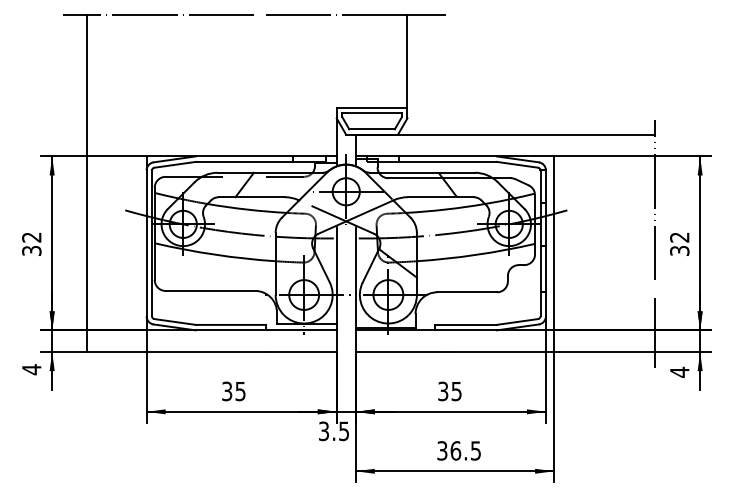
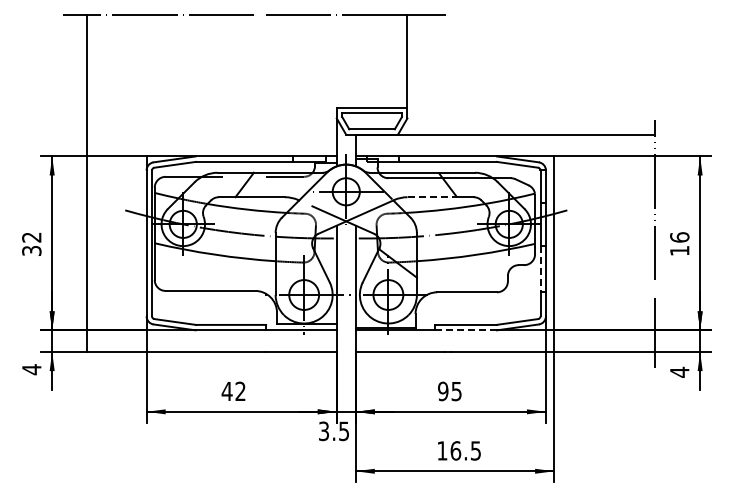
line at (432, 197): solid -> dashed
text at (679, 243): 32 -> 16
line at (540, 269): solid -> dashed
line at (465, 330): solid -> dashed
text at (233, 391): 35 -> 42
text at (443, 391): 35 -> 95
text at (442, 450): 36.5 -> 16.5
